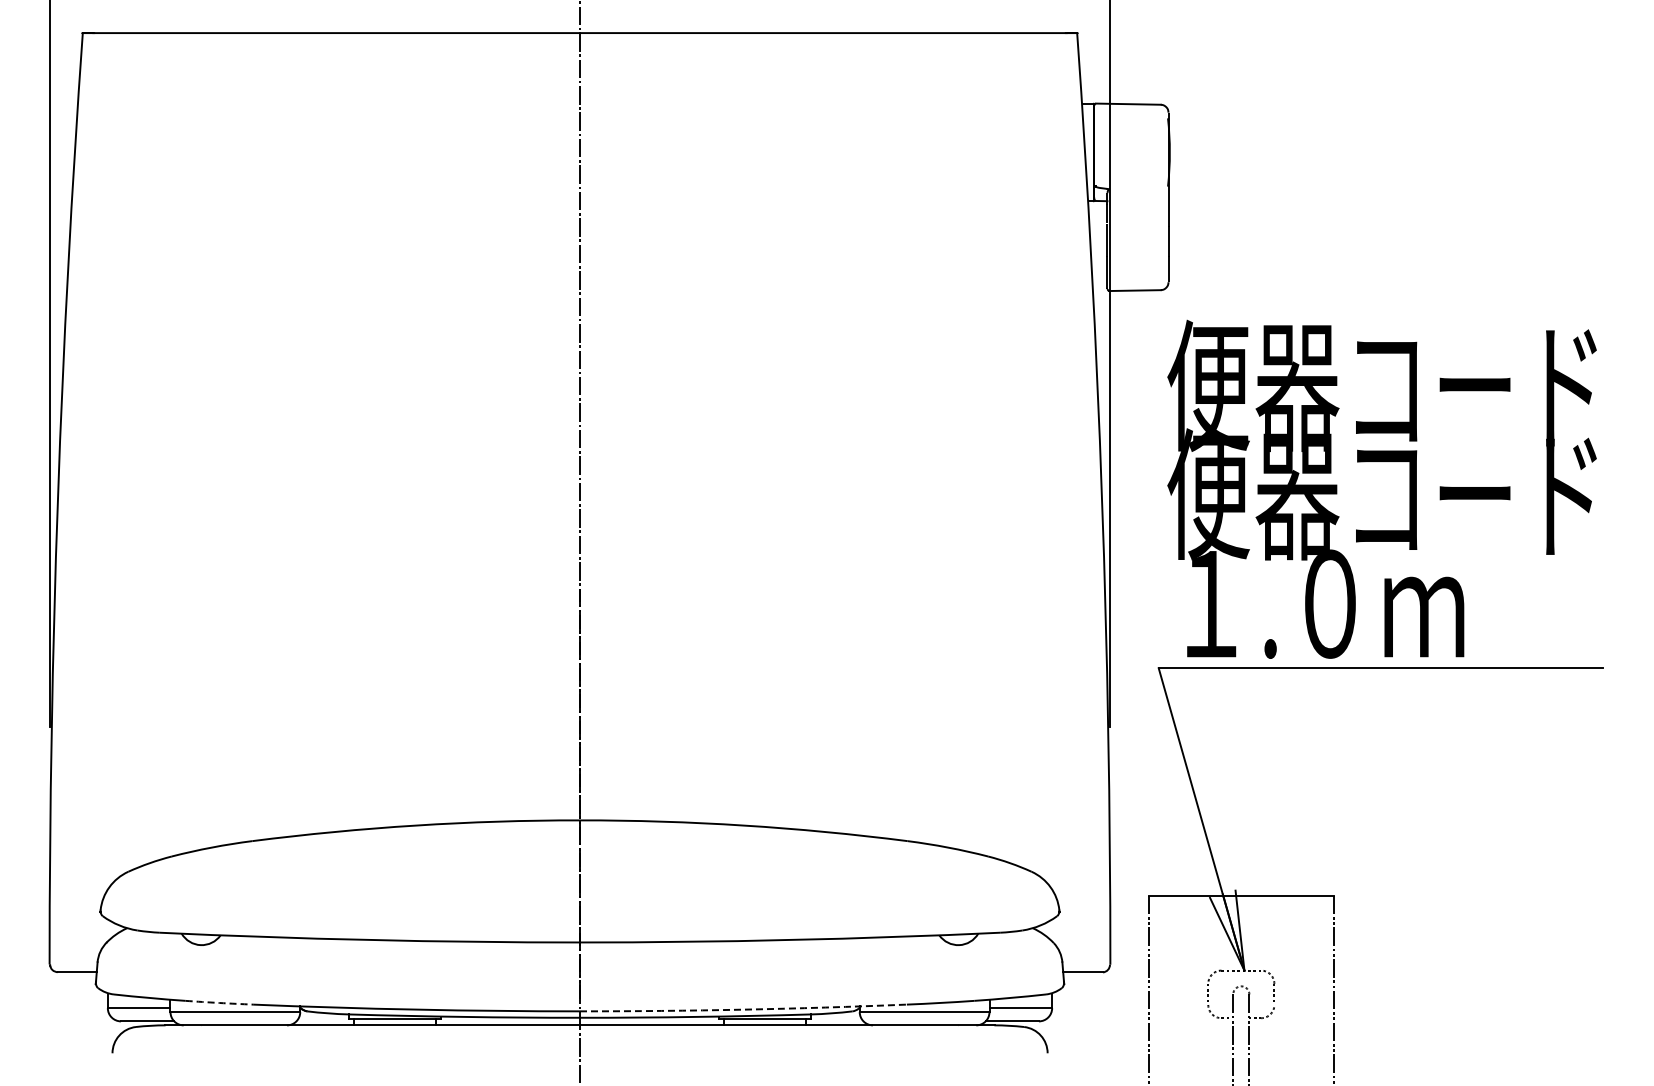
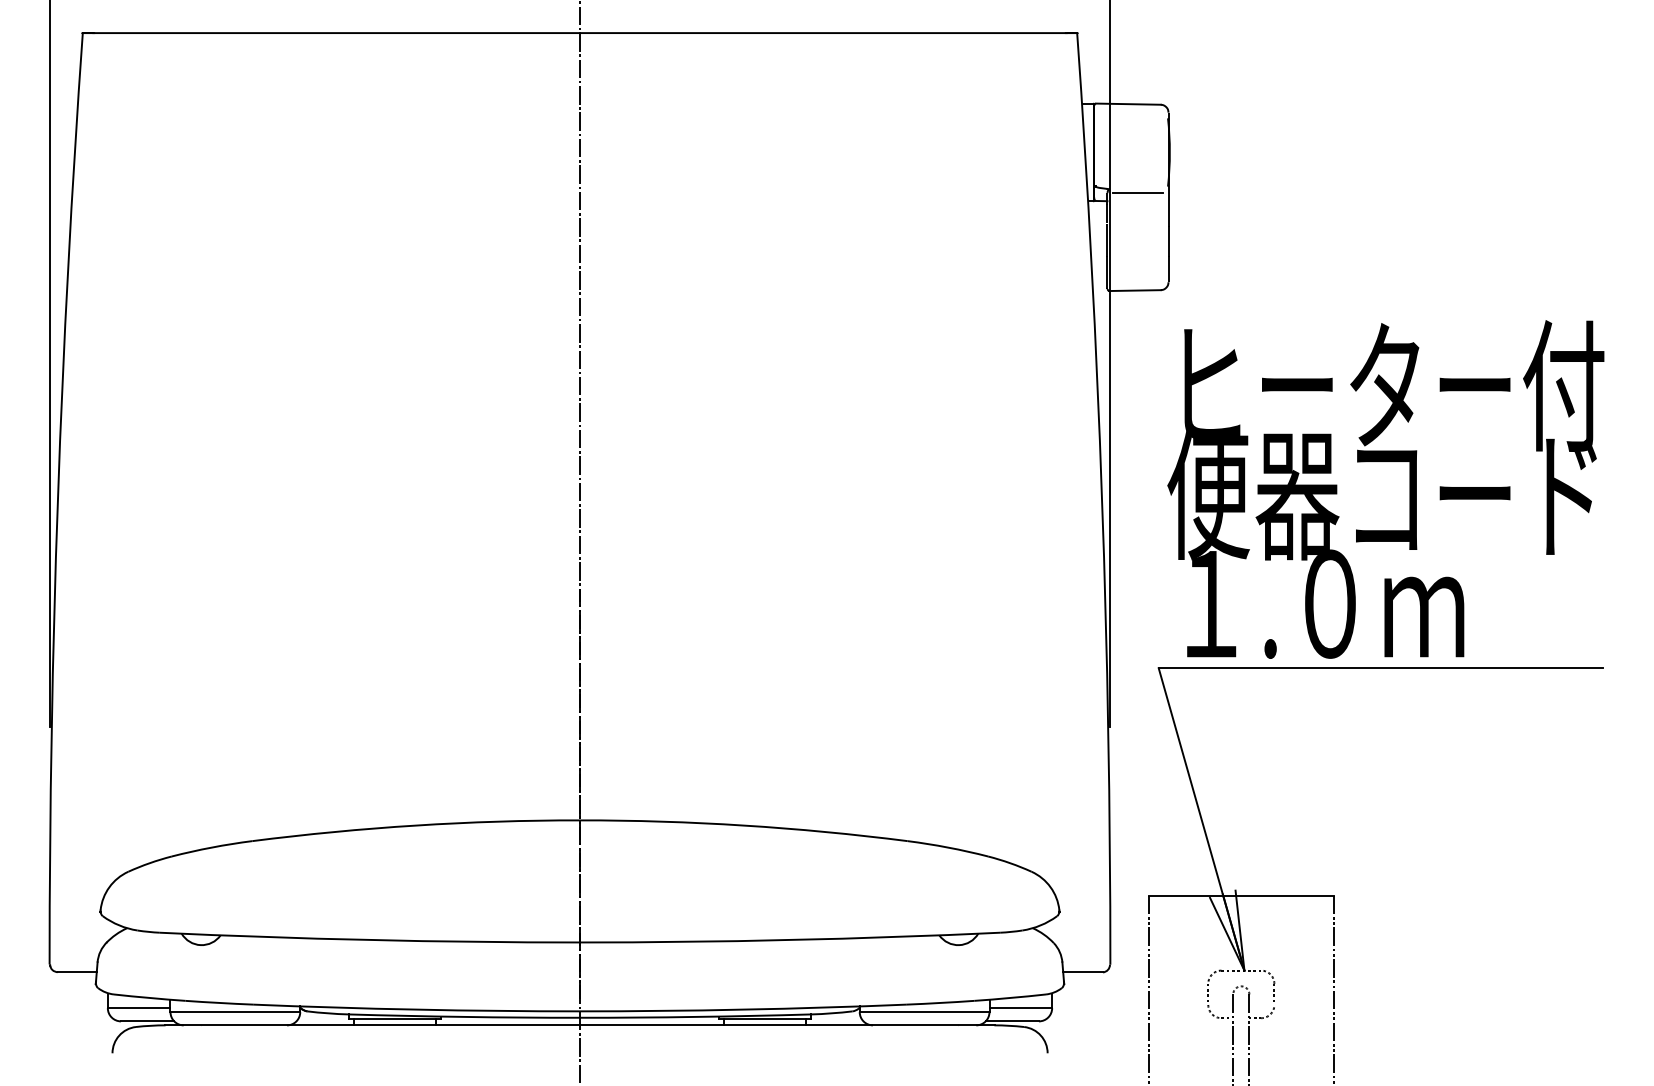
line at (1137, 193): none -> present
text at (1385, 385): 便器コード -> ヒーター付
arc at (219, 1002): dashed -> solid
arc at (743, 1009): dashed -> solid
